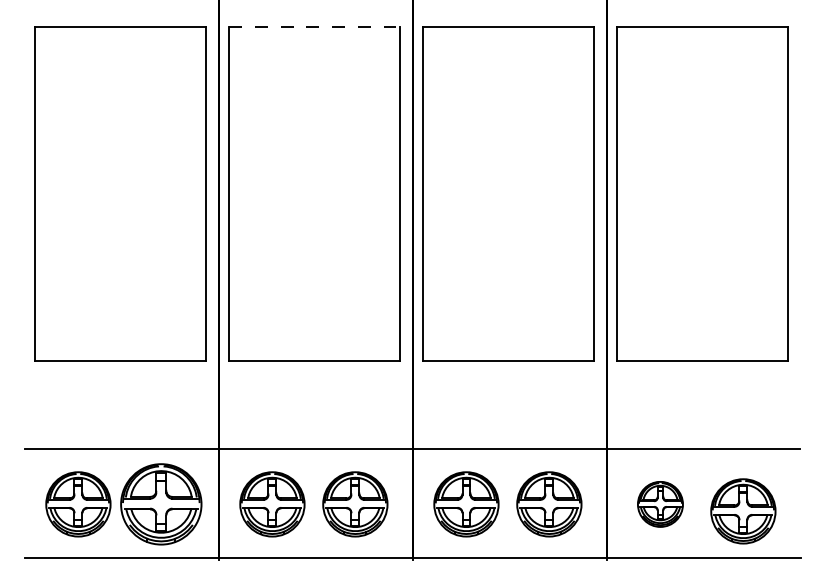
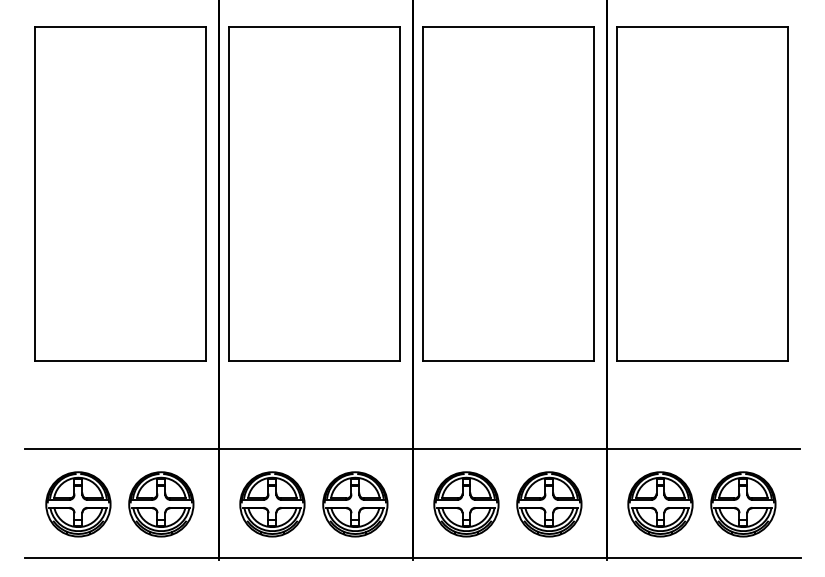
line at (314, 26): dashed -> solid
part at (161, 504) size: 83x83 px -> 67x67 px
part at (660, 504) size: 47x47 px -> 67x67 px
part at (743, 511) position: (743, 511) -> (743, 504)
